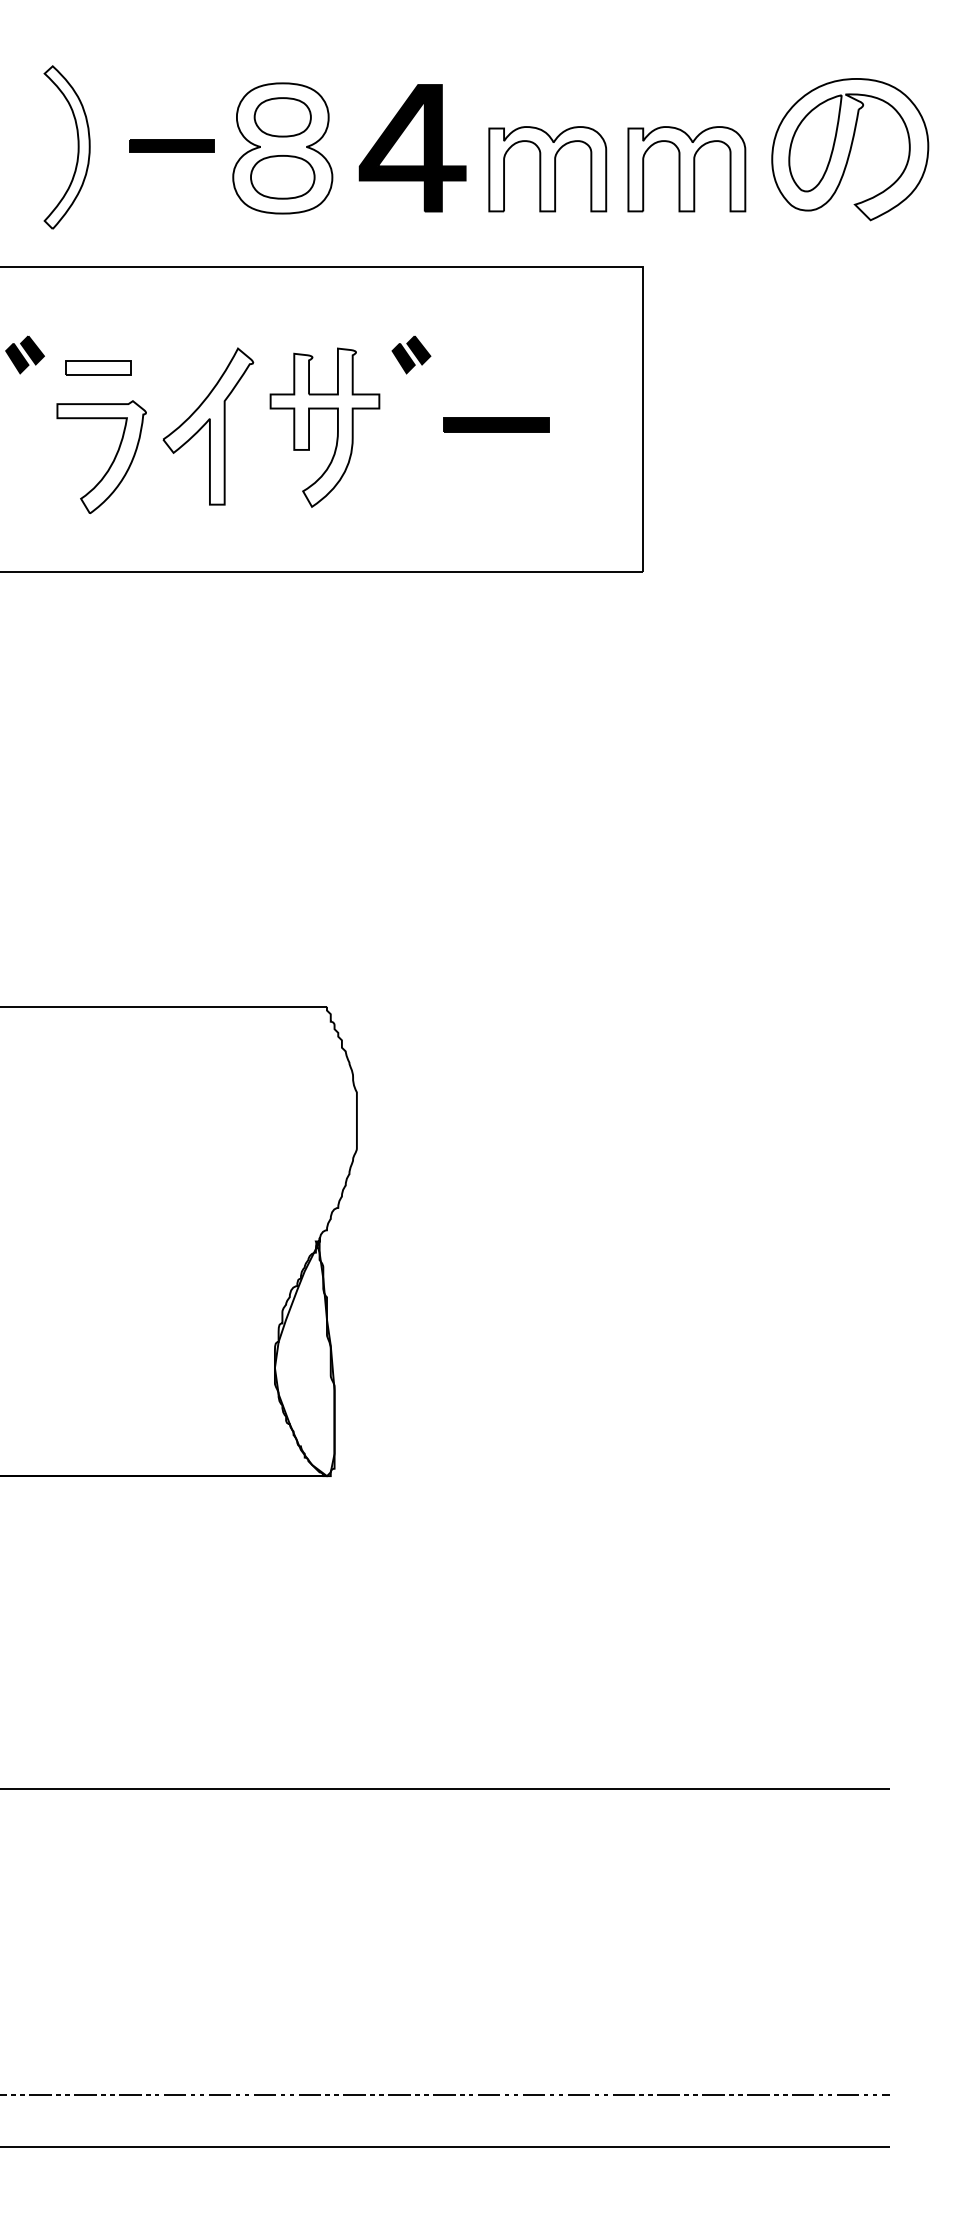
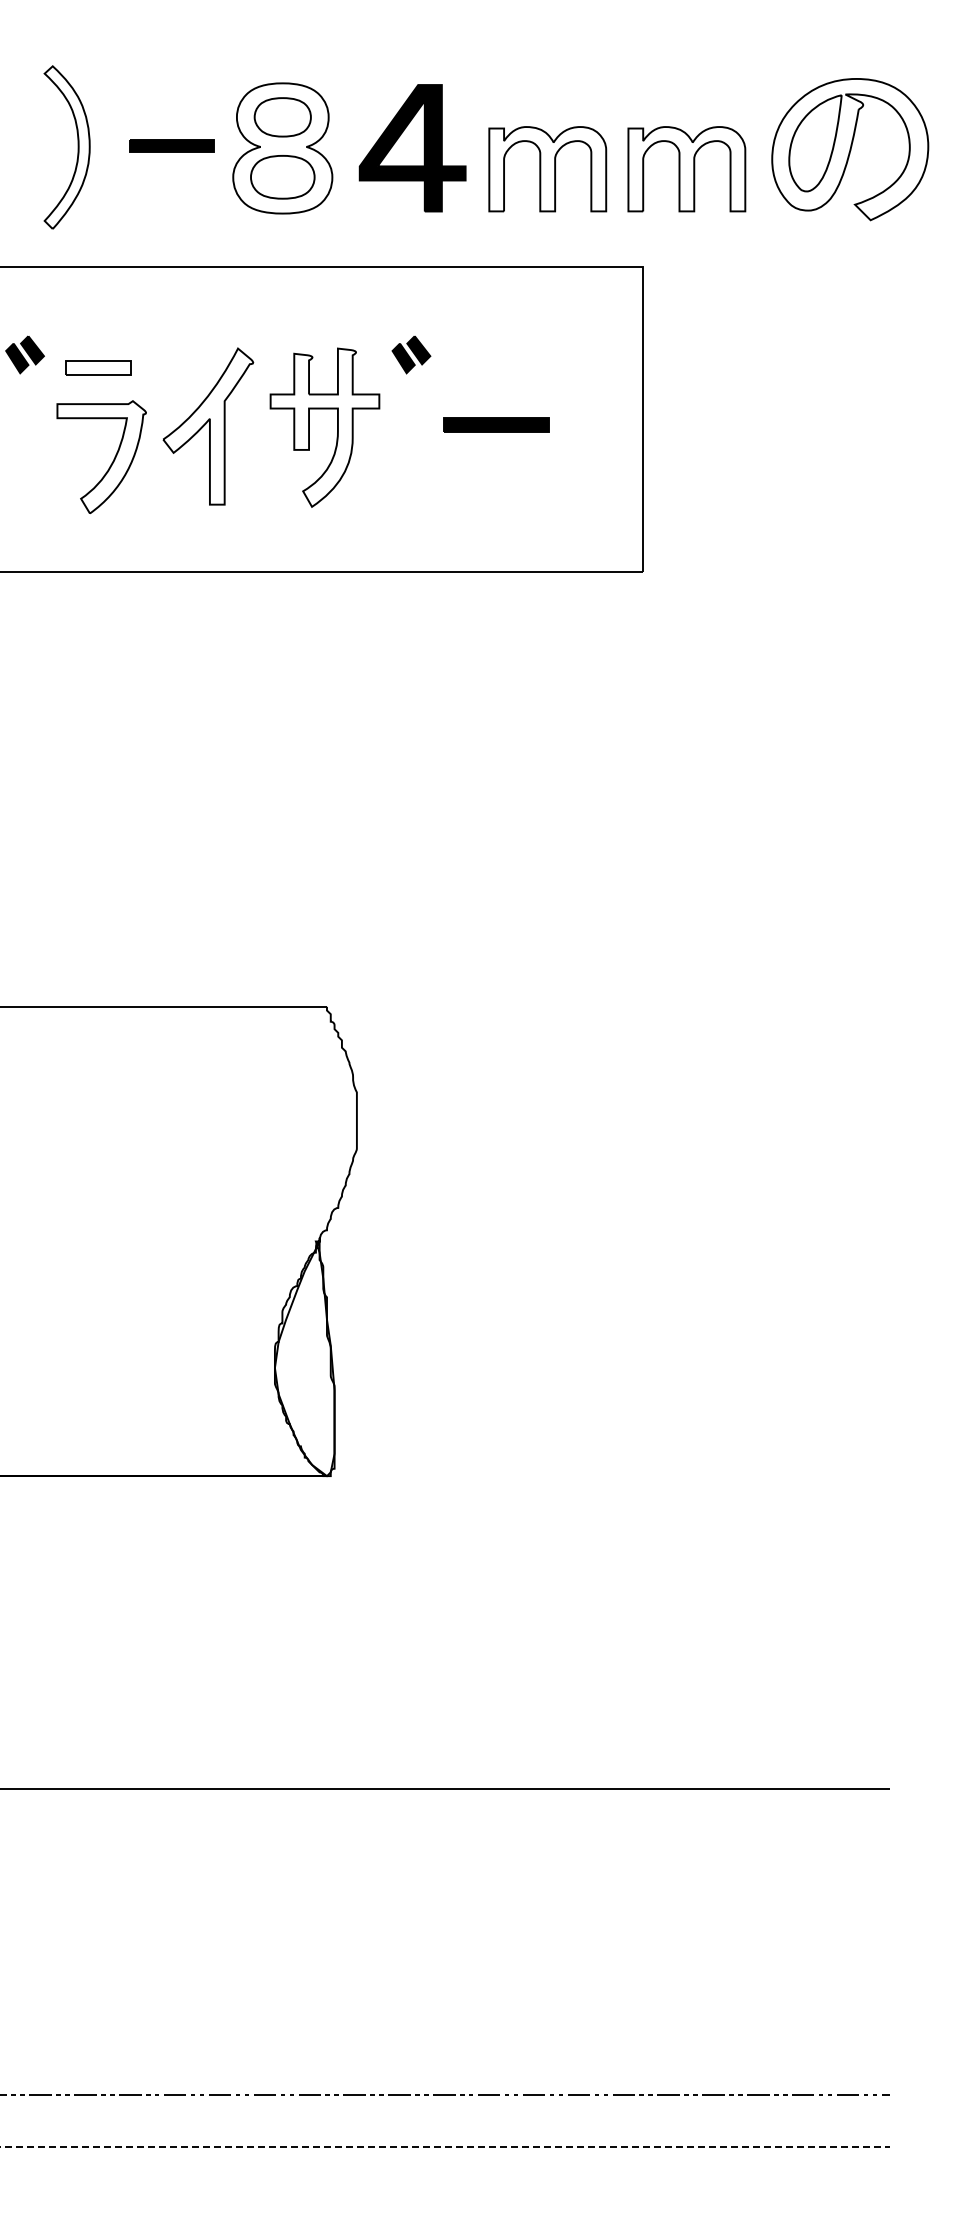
line at (445, 2146): solid -> dashed
